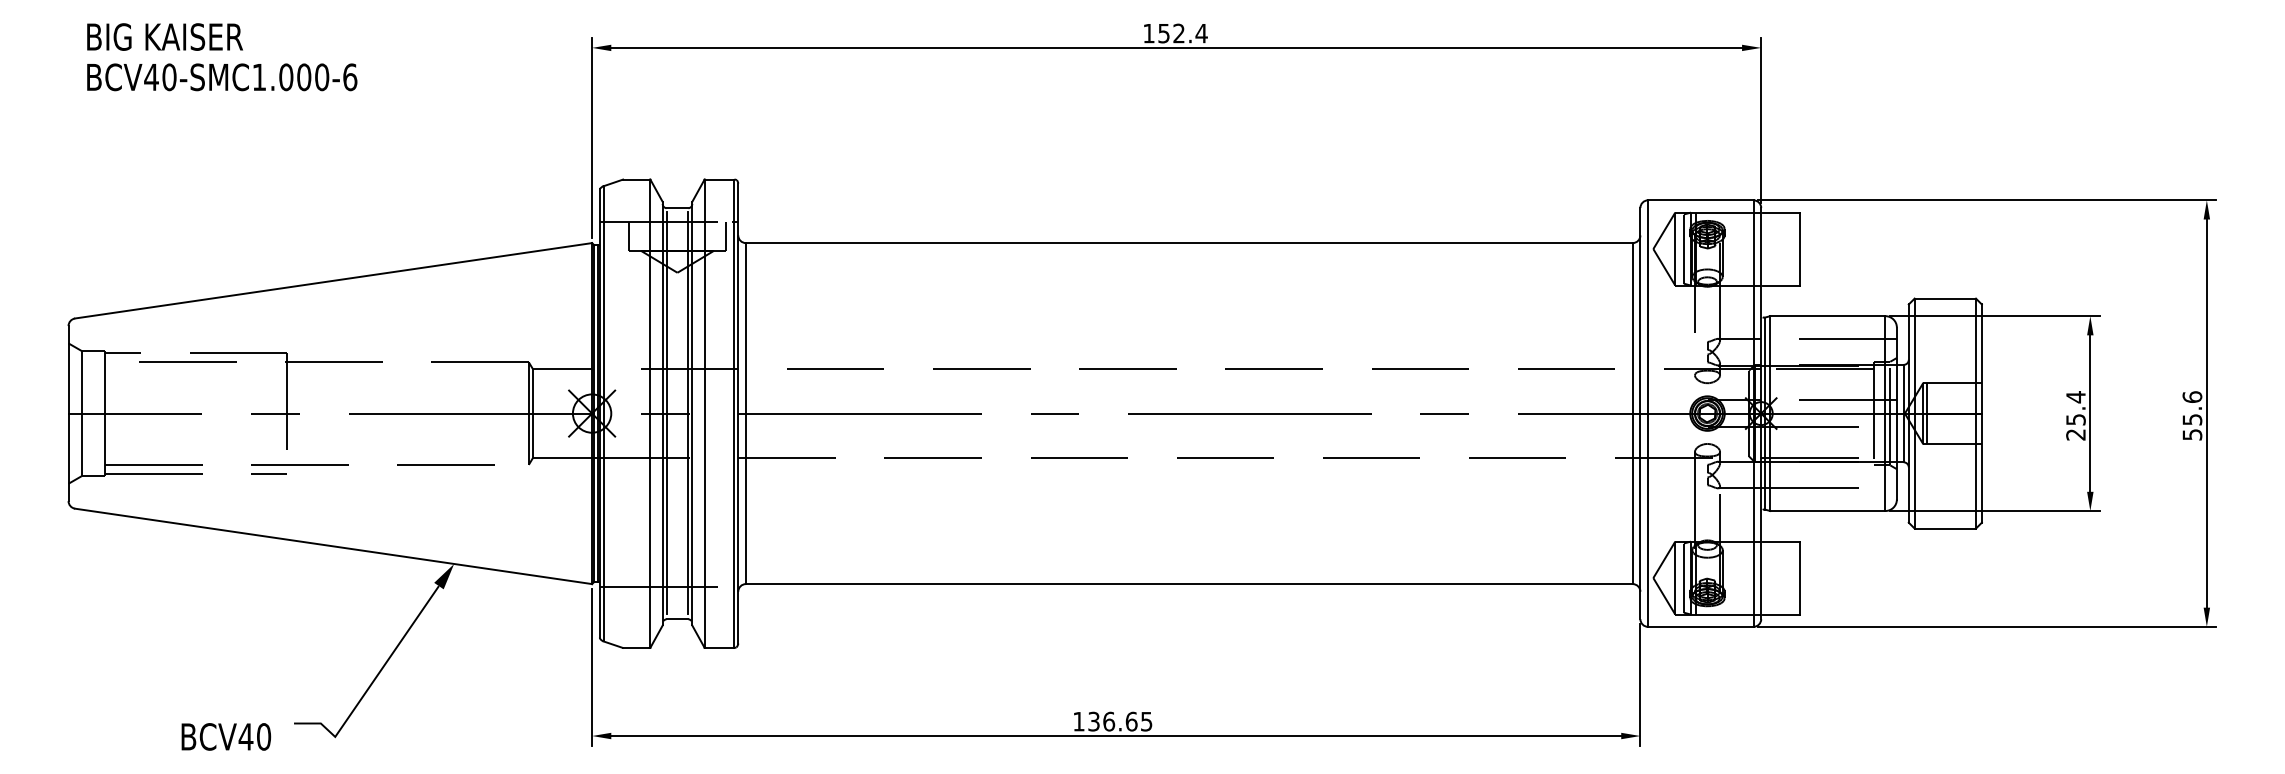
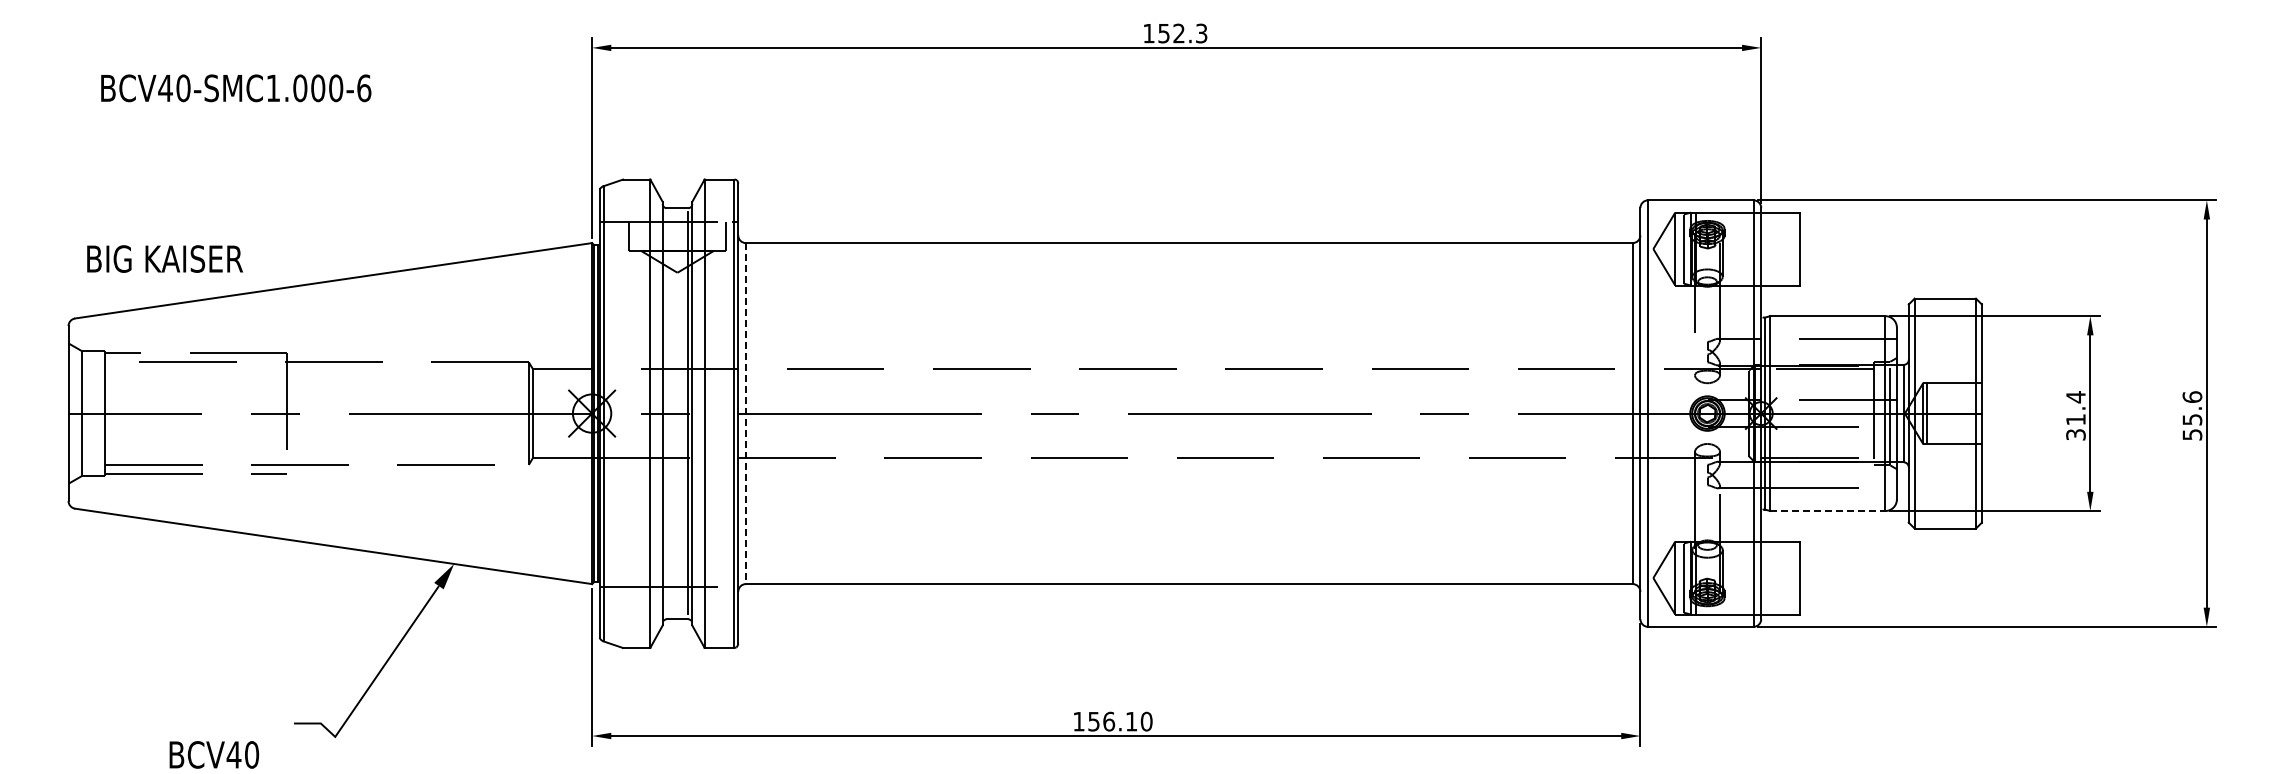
text at (1201, 33): 152.4 -> 152.3
text at (164, 36) position: (164, 36) -> (164, 258)
text at (222, 77) position: (222, 77) -> (236, 88)
line at (666, 412): present -> none
line at (745, 414): solid -> dashed
text at (2075, 427): 25.4 -> 31.4
line at (1827, 511): solid -> dashed
text at (1120, 721): 136.65 -> 156.10
text at (226, 736) position: (226, 736) -> (214, 754)
